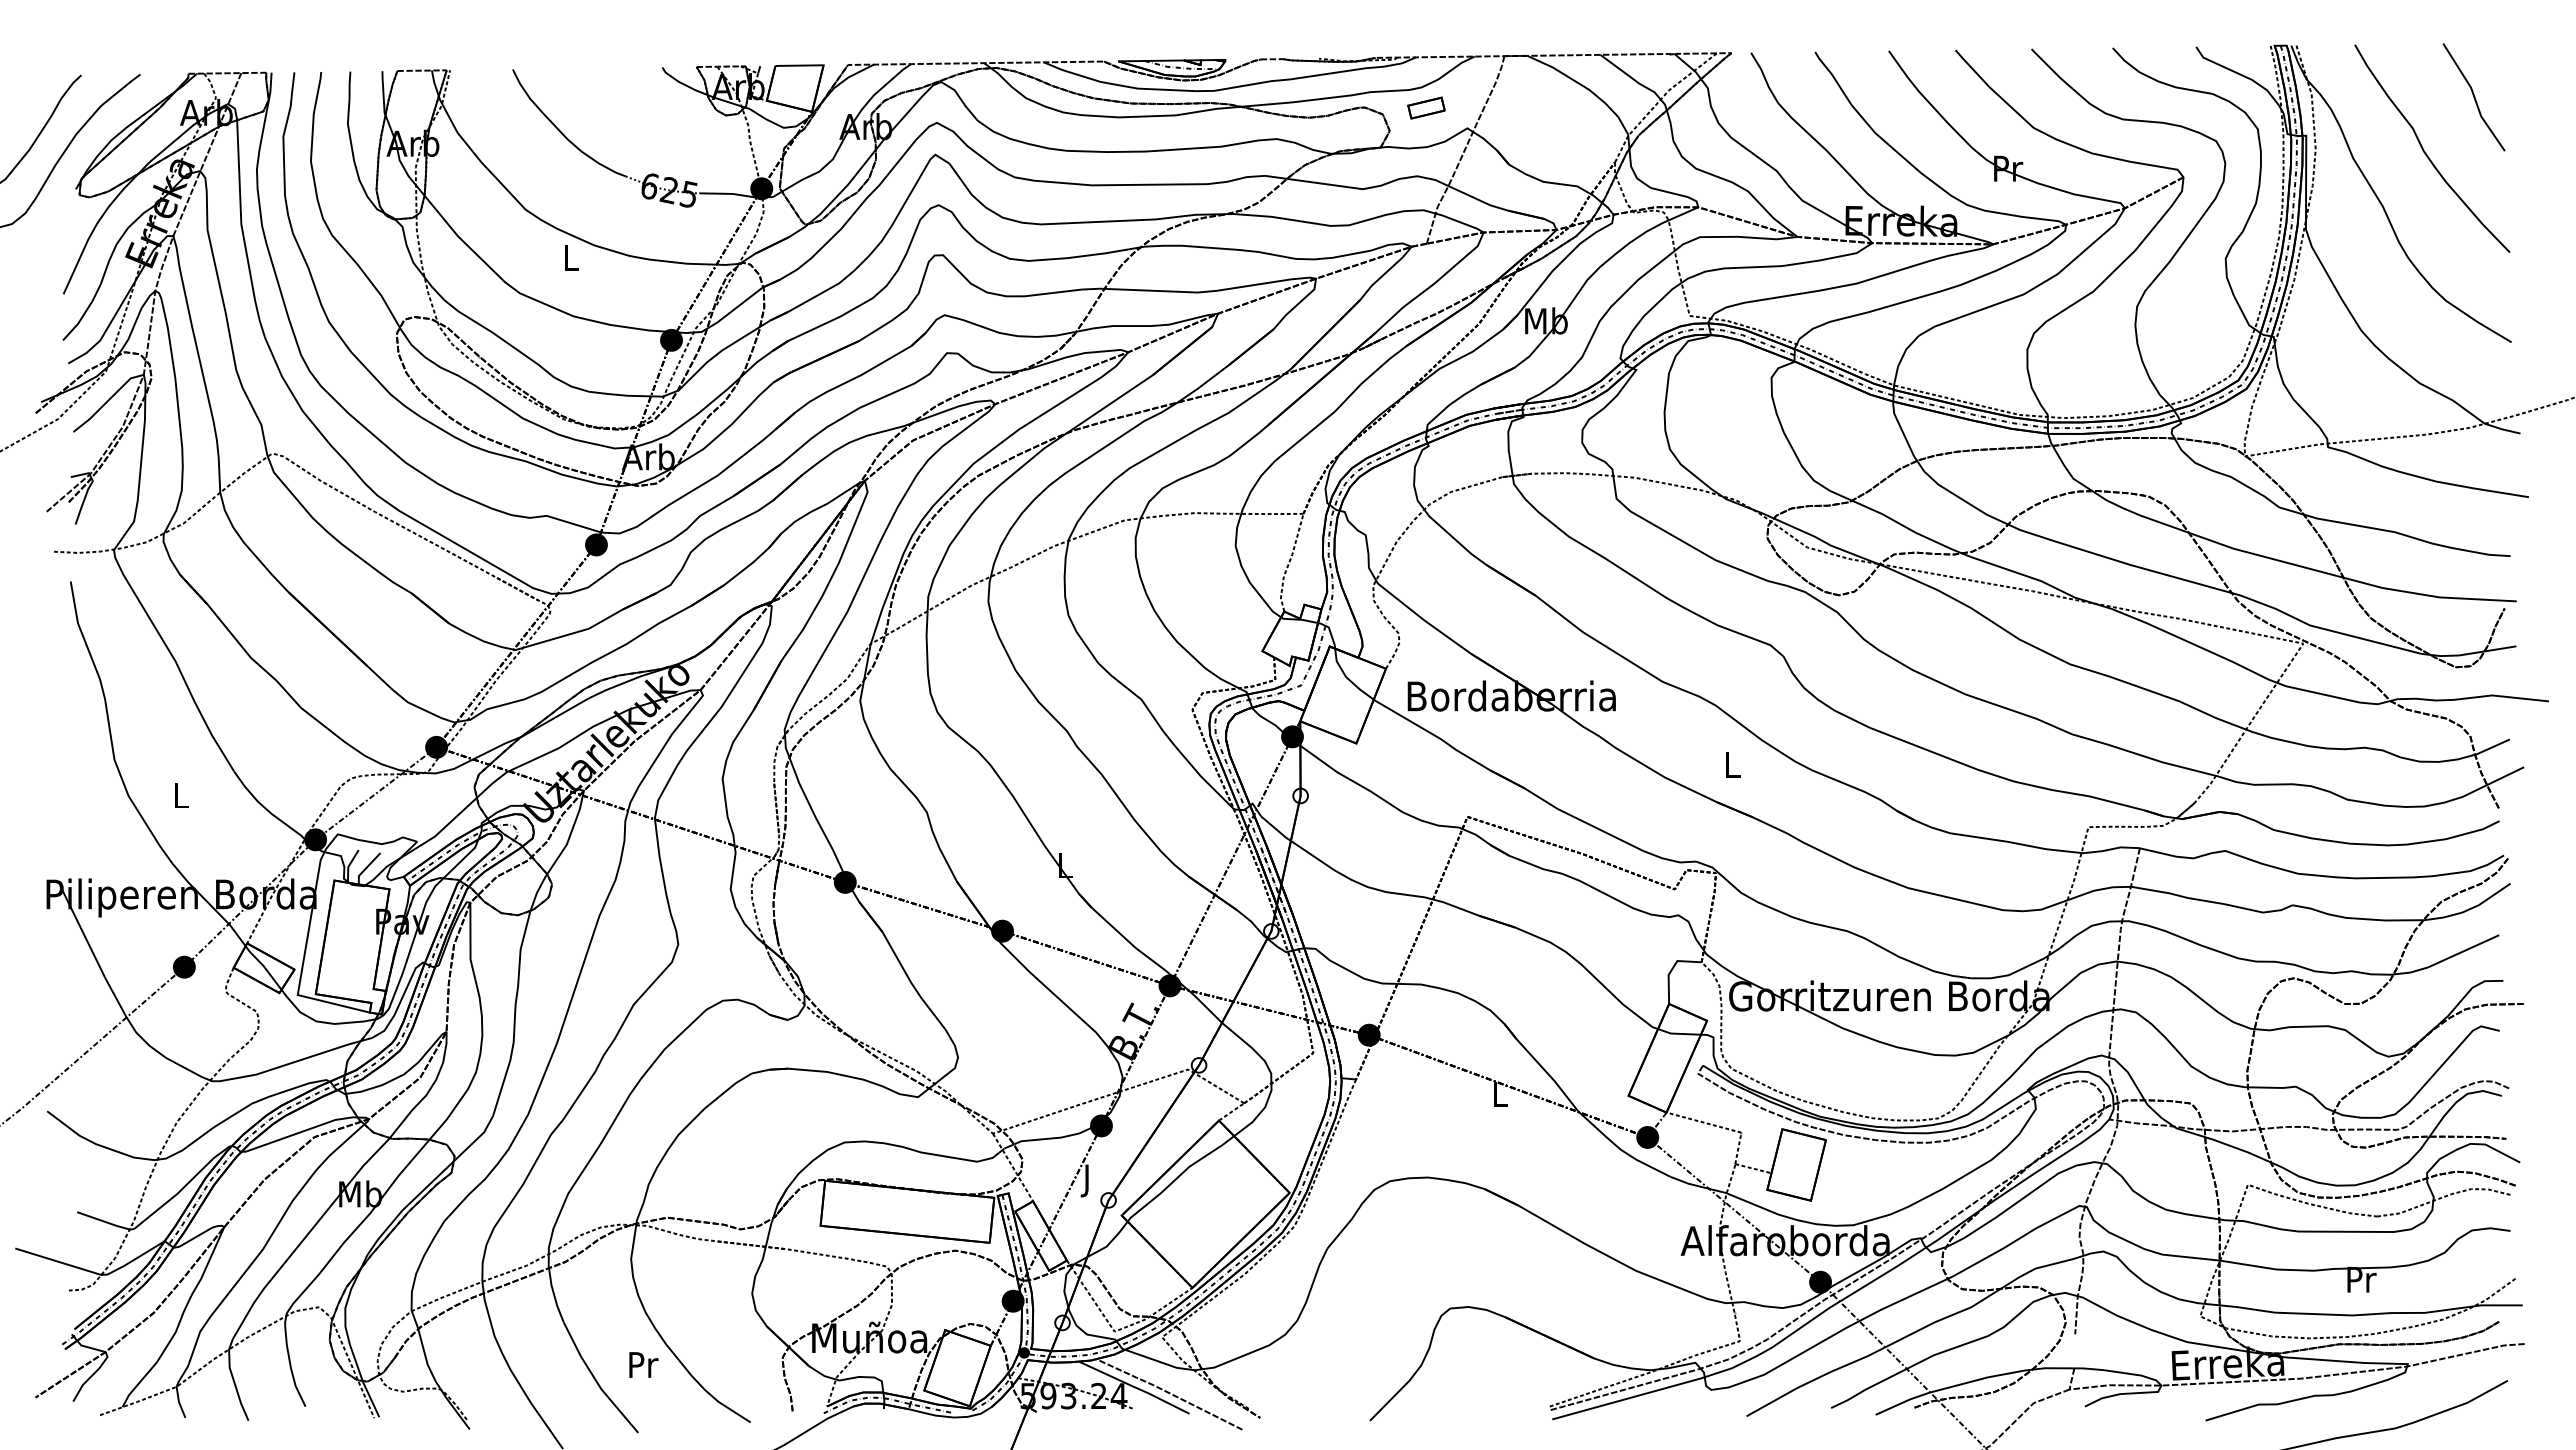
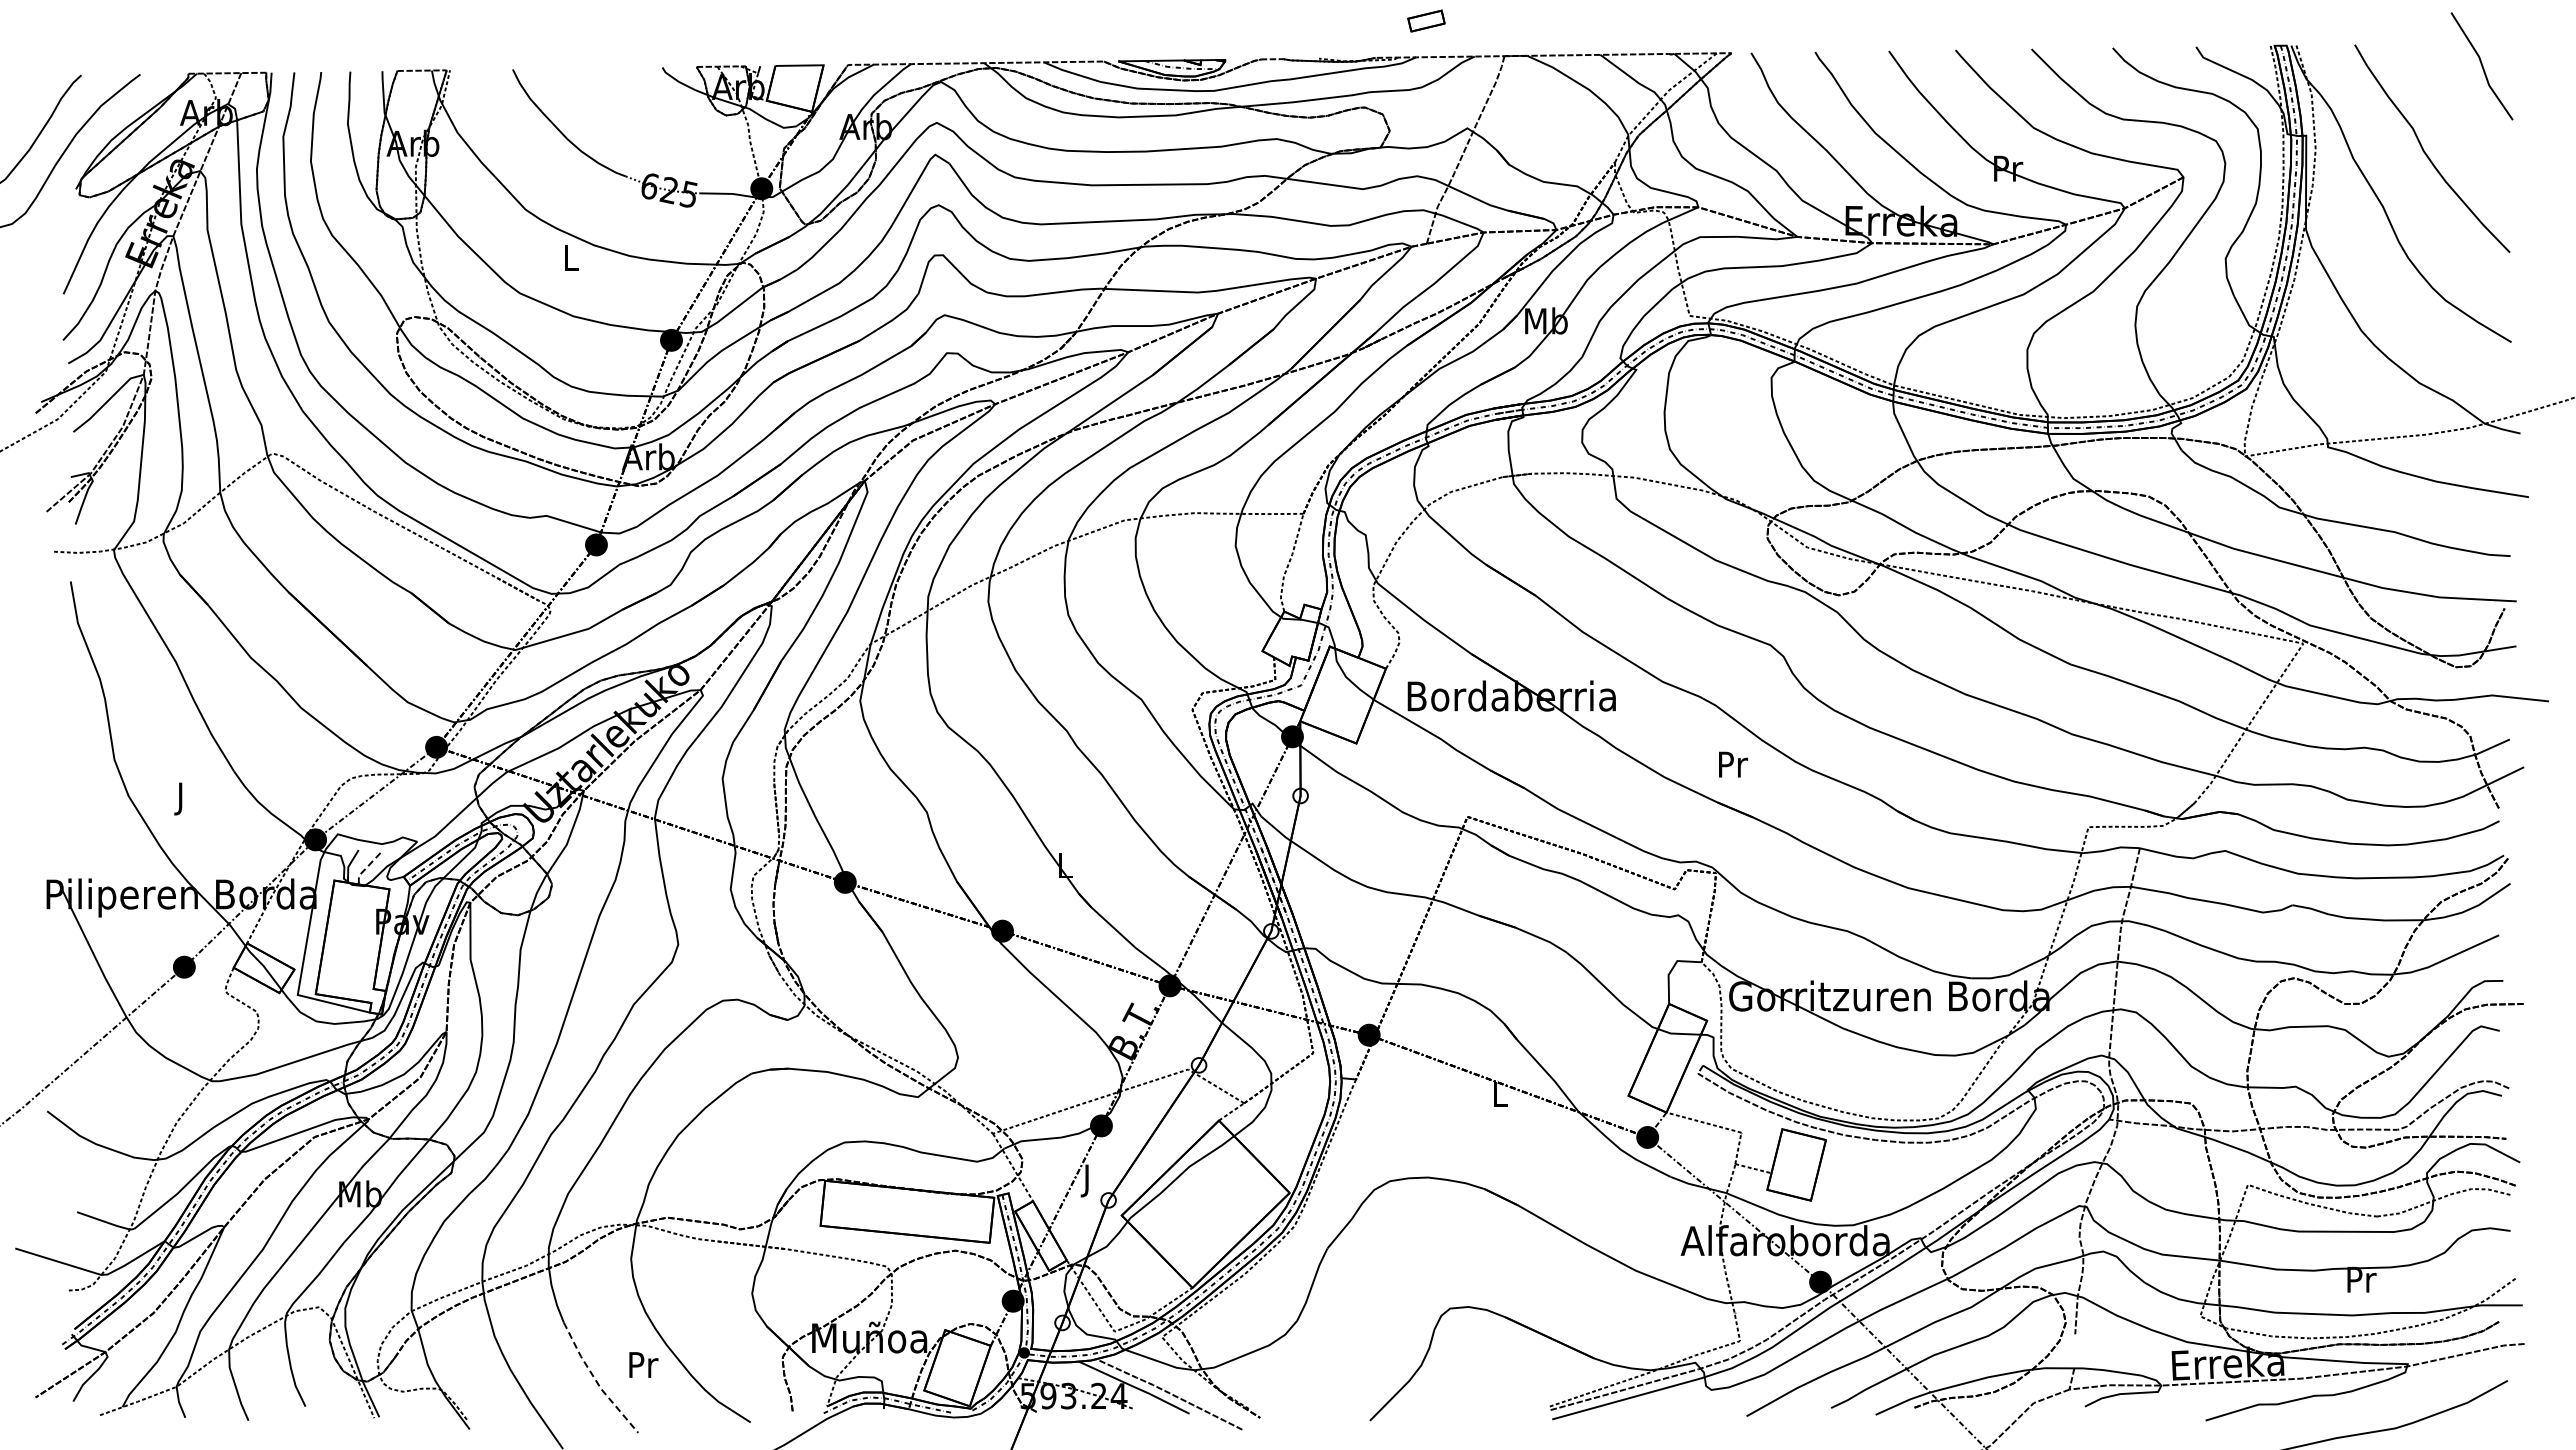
line at (2473, 97) position: (2473, 97) -> (2481, 66)
part at (1426, 107) position: (1426, 107) -> (1426, 20)
text at (1733, 764): L -> Pr
text at (181, 798): L -> J
line at (366, 868): solid -> dashed
line at (596, 1381): solid -> dashed
